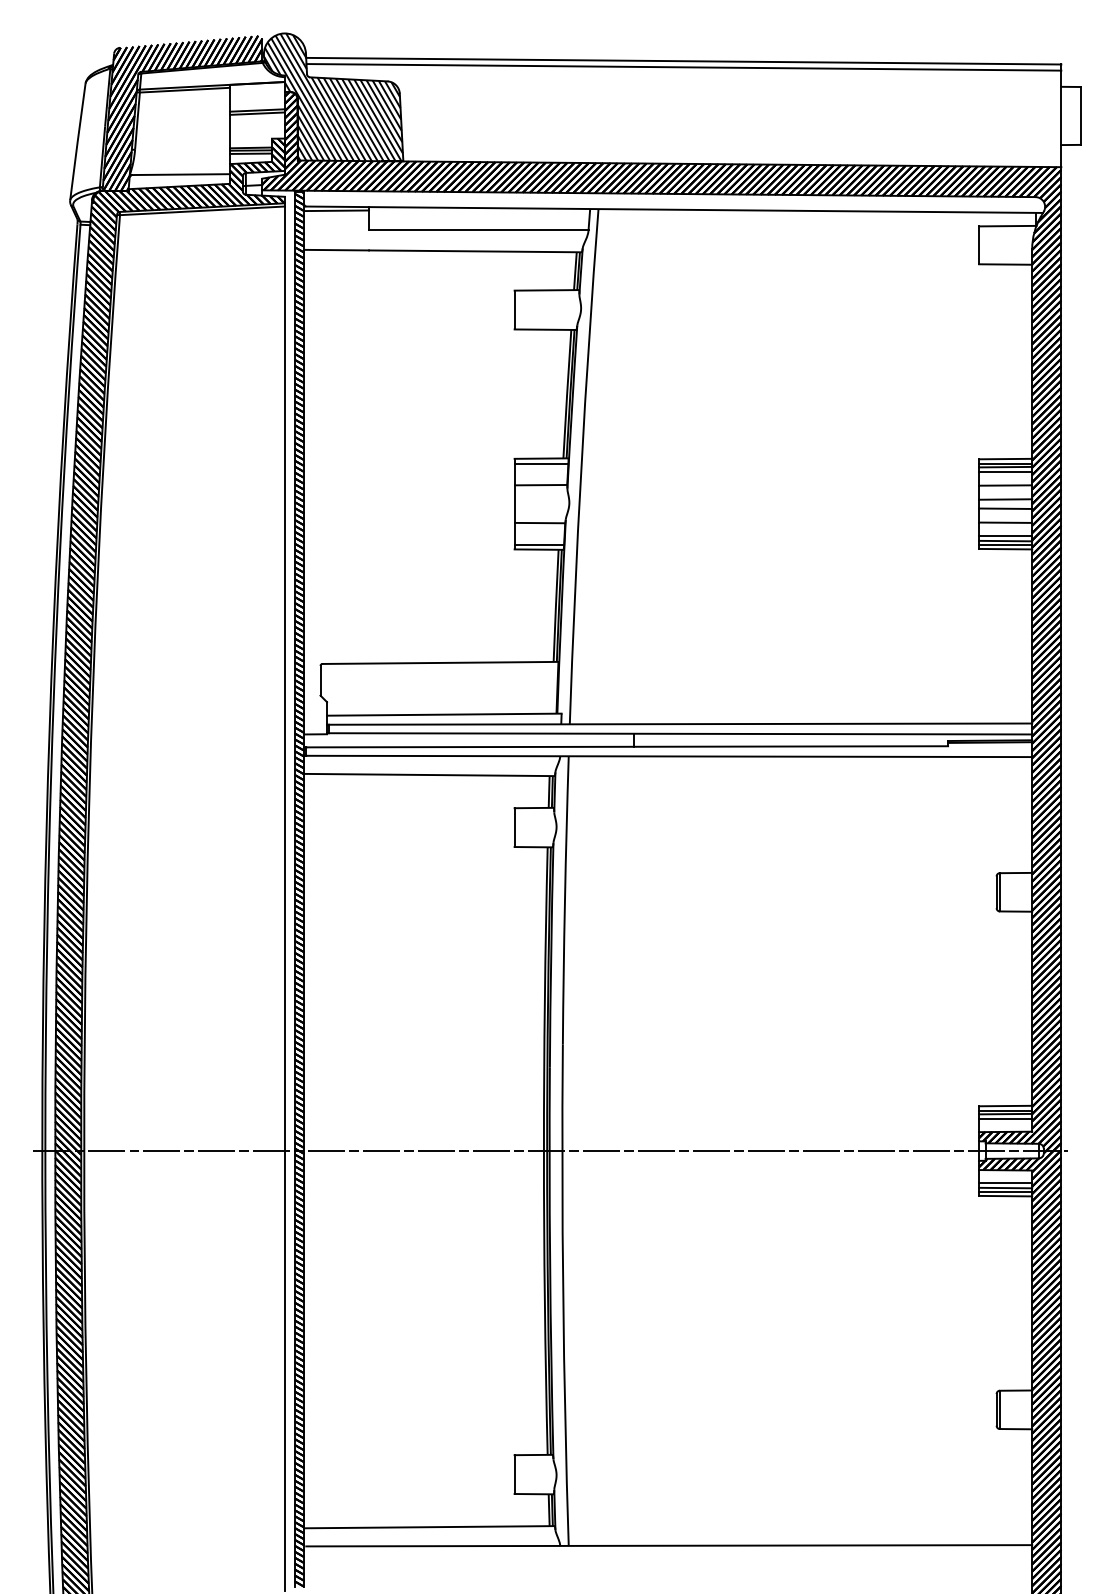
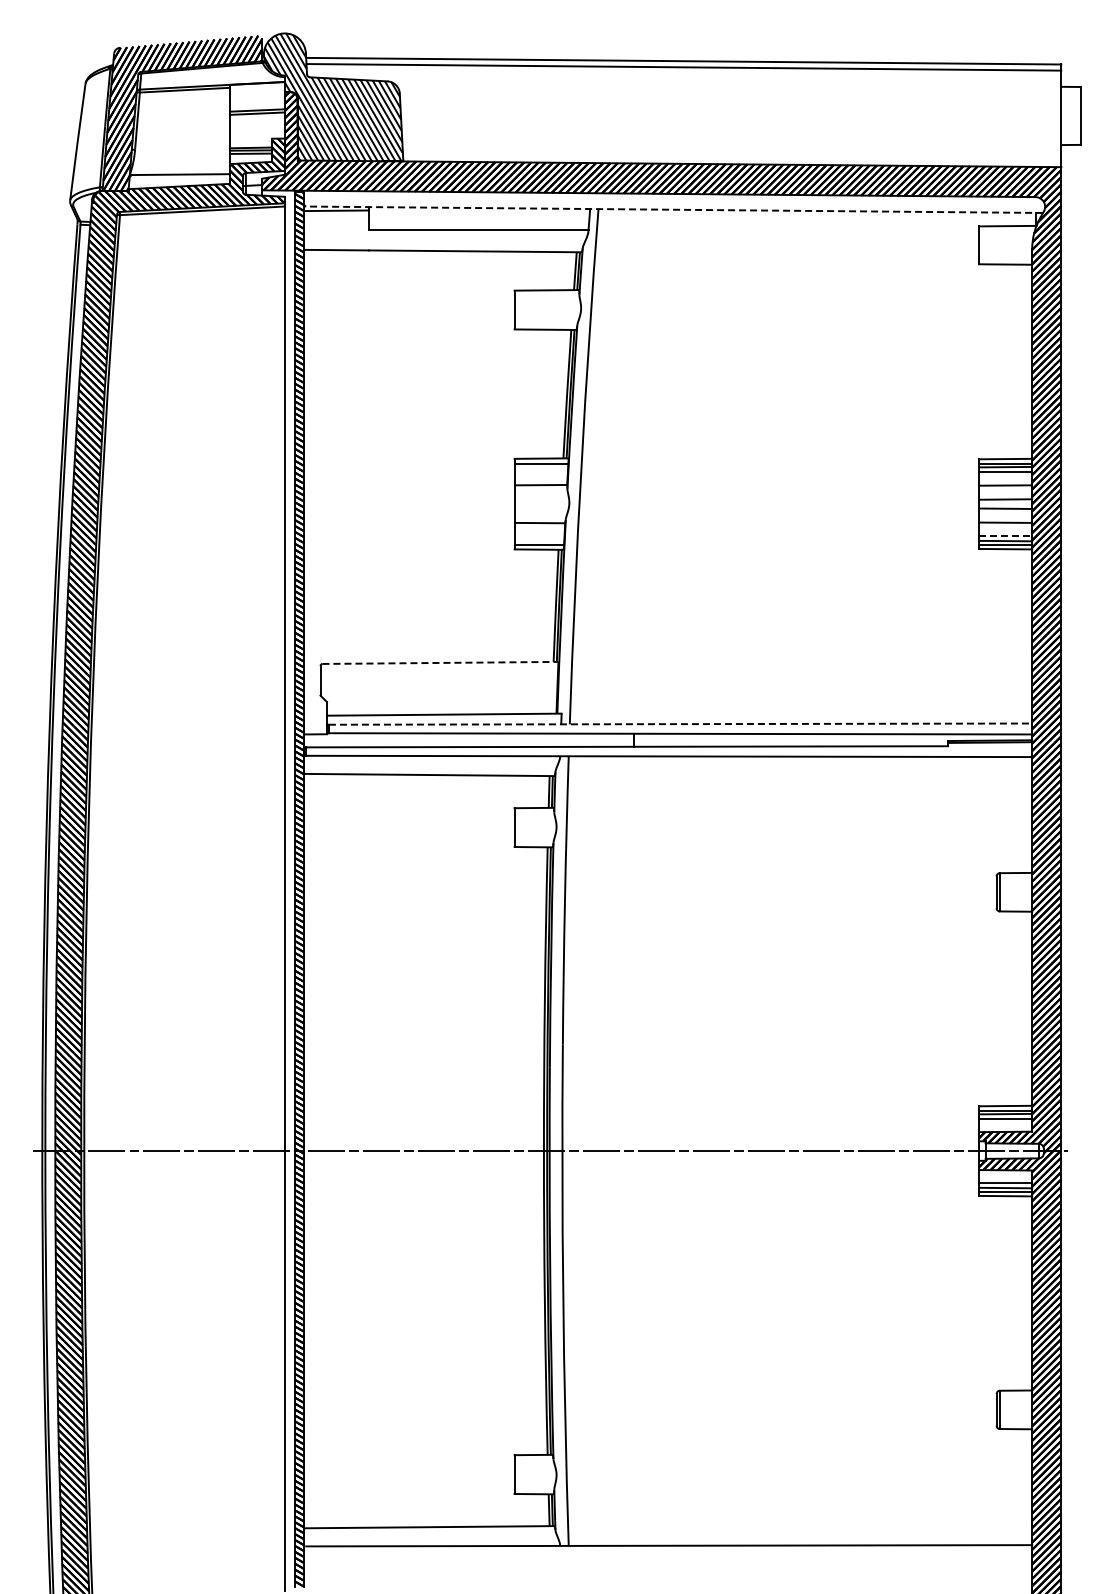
line at (674, 209): solid -> dashed
line at (1005, 536): solid -> dashed
line at (440, 662): solid -> dashed
line at (680, 724): solid -> dashed
